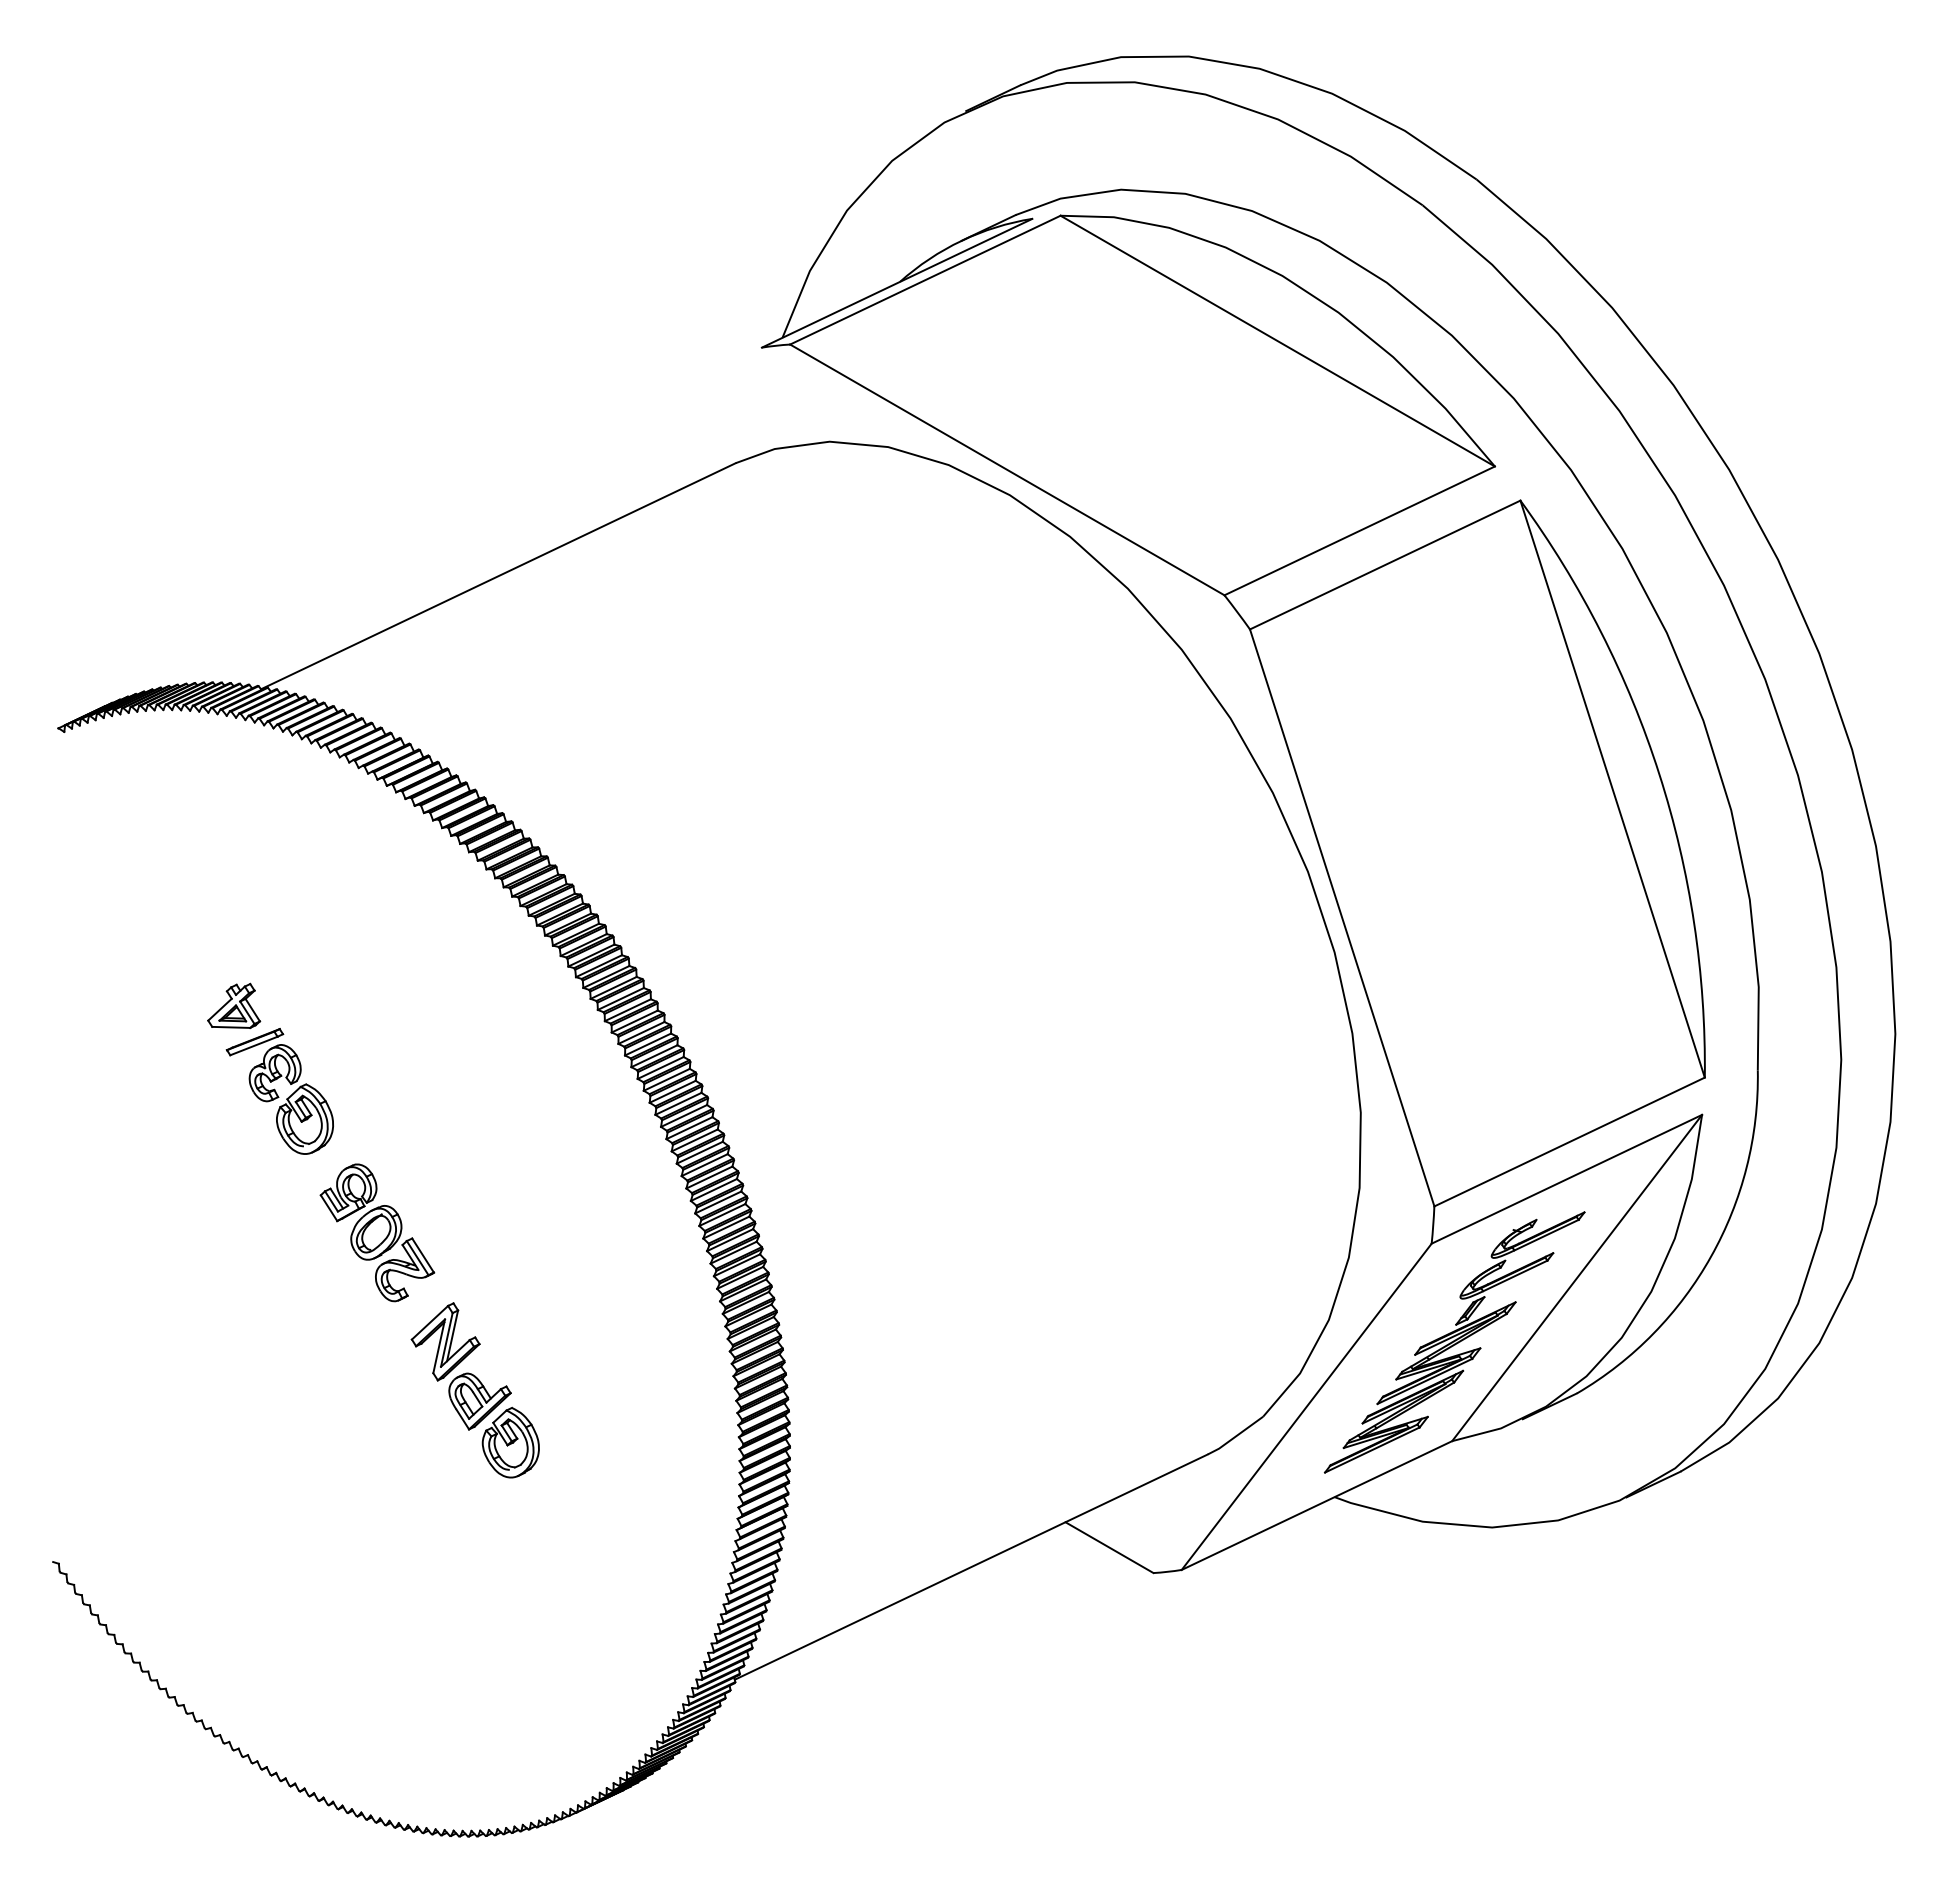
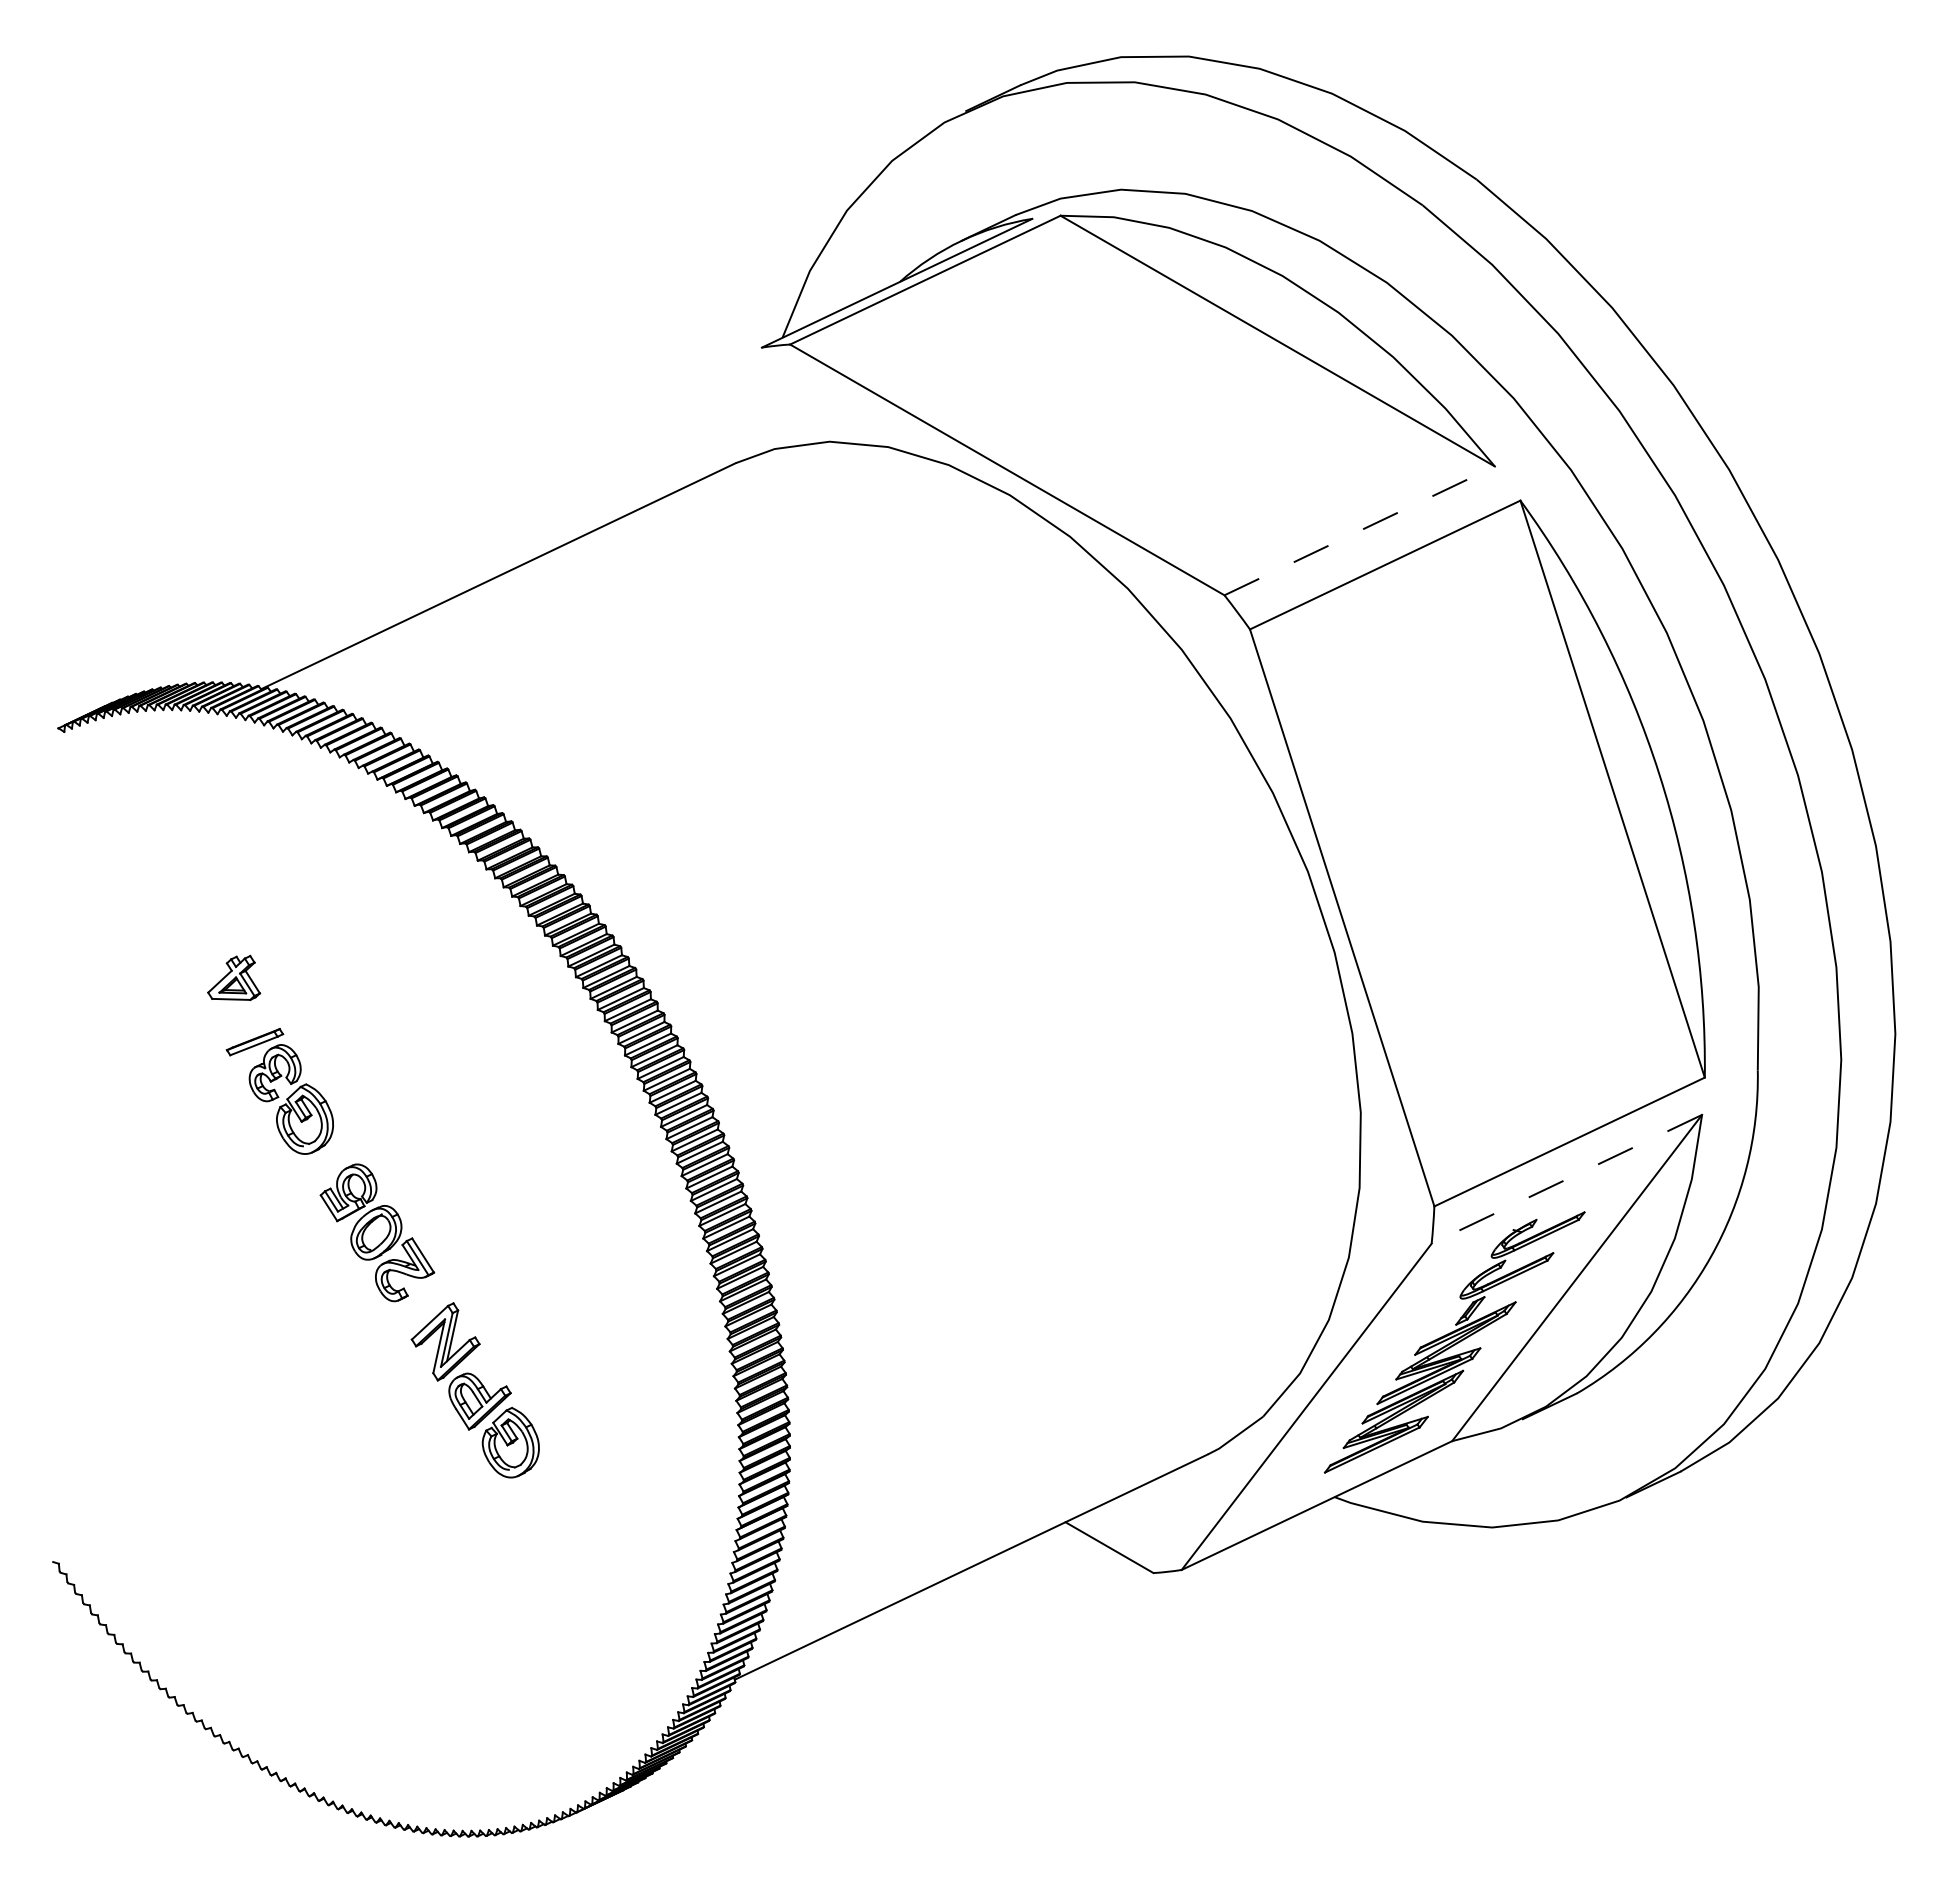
line at (1359, 530): solid -> dashed
part at (234, 1005) position: (234, 1005) -> (234, 977)
line at (1566, 1179): solid -> dashed
